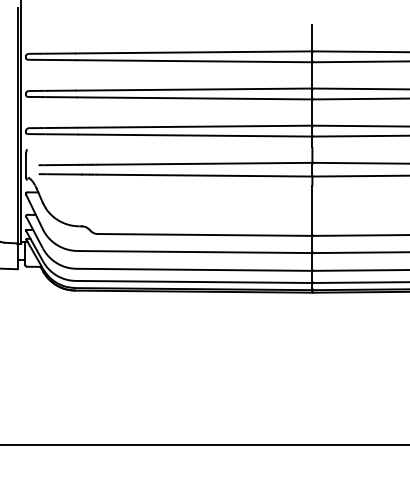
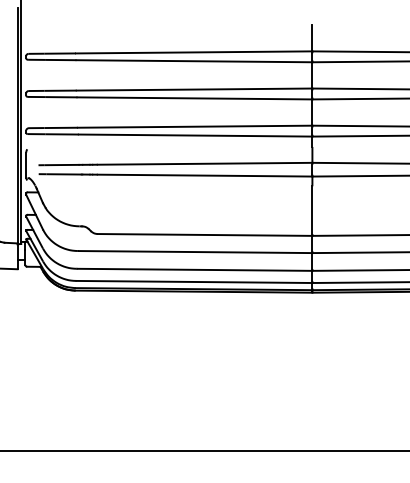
line at (204, 444) position: (204, 444) -> (204, 450)
